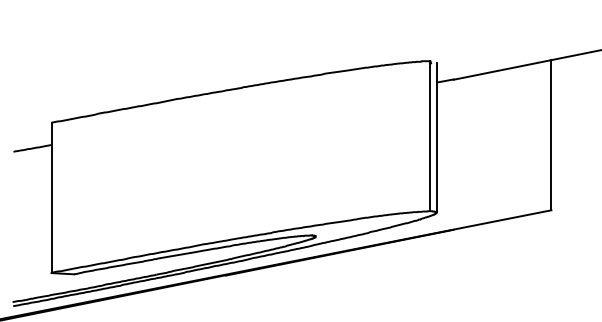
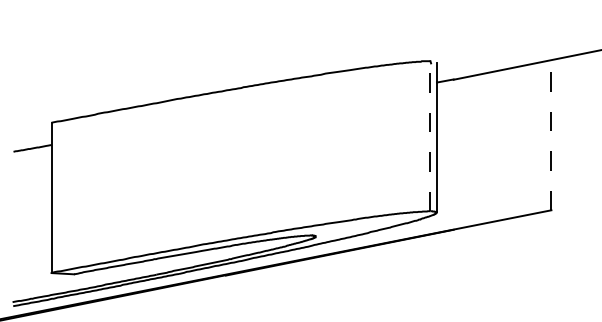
line at (551, 134): solid -> dashed
line at (430, 135): solid -> dashed
